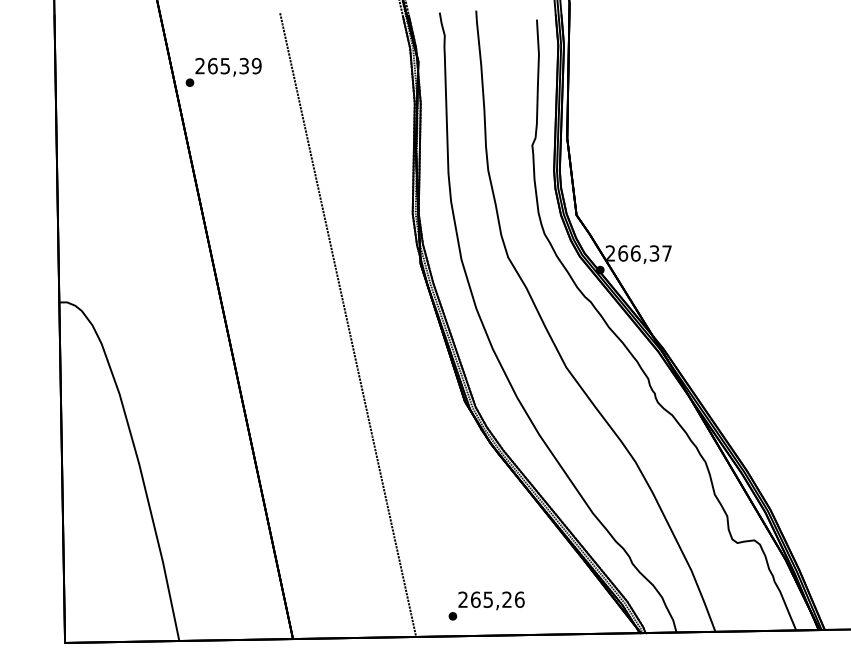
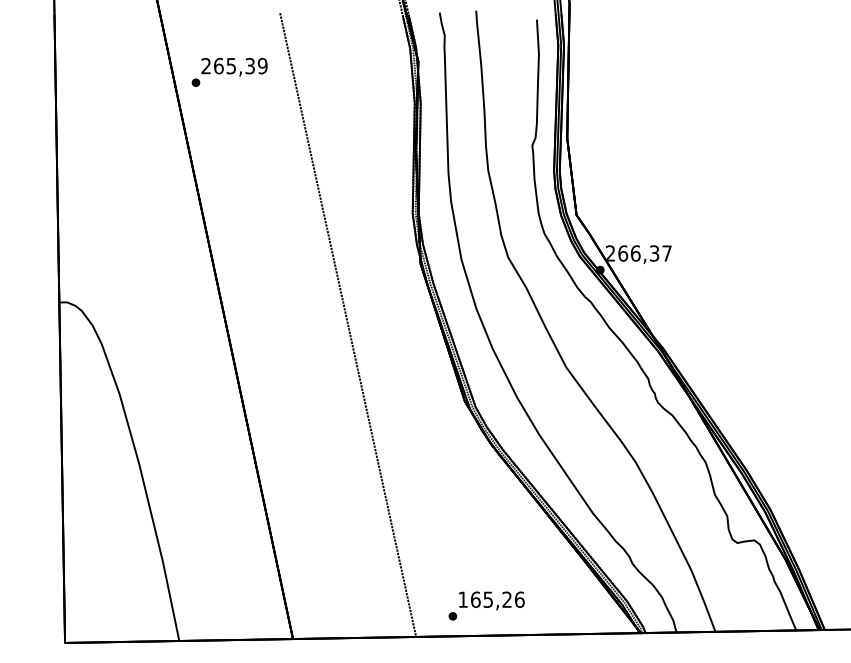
text at (223, 72) position: (223, 72) -> (229, 72)
text at (462, 599): 265,26 -> 165,26
